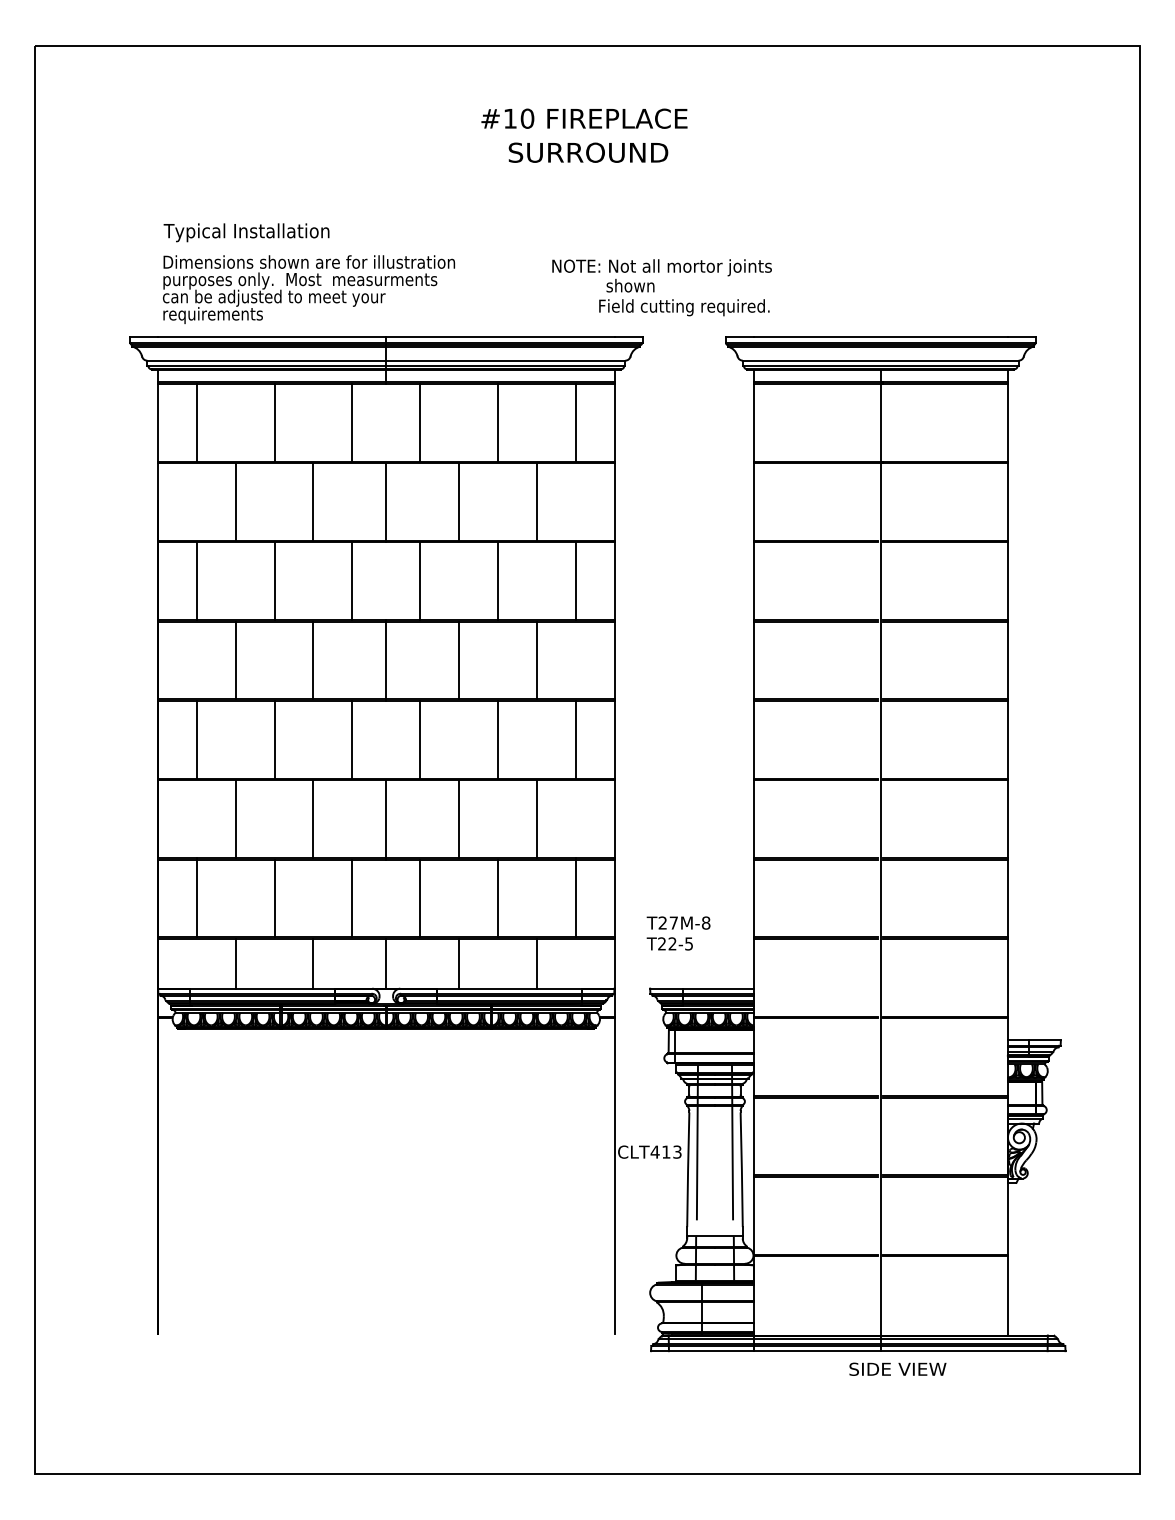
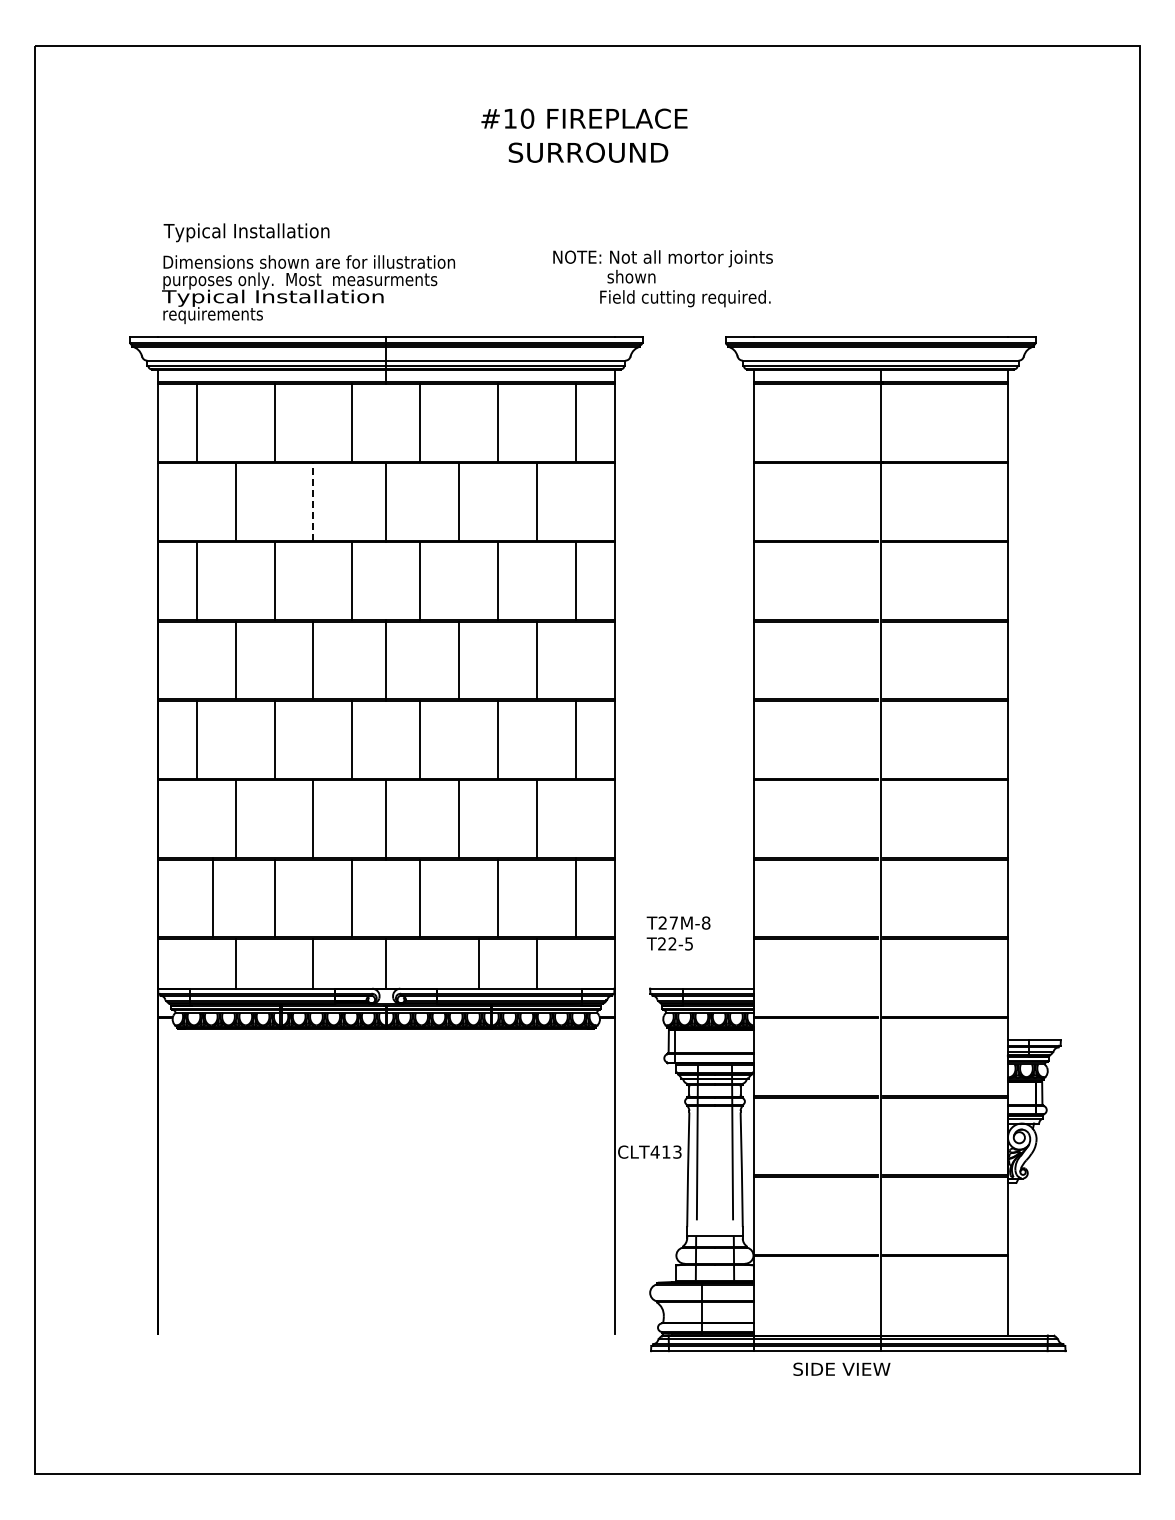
text at (661, 287) position: (661, 287) -> (662, 278)
text at (273, 297): can be adjusted to meet your -> Typical Installation
line at (313, 502): solid -> dashed
line at (196, 897) position: (196, 897) -> (212, 897)
line at (459, 963) position: (459, 963) -> (479, 963)
text at (897, 1368) position: (897, 1368) -> (841, 1368)
